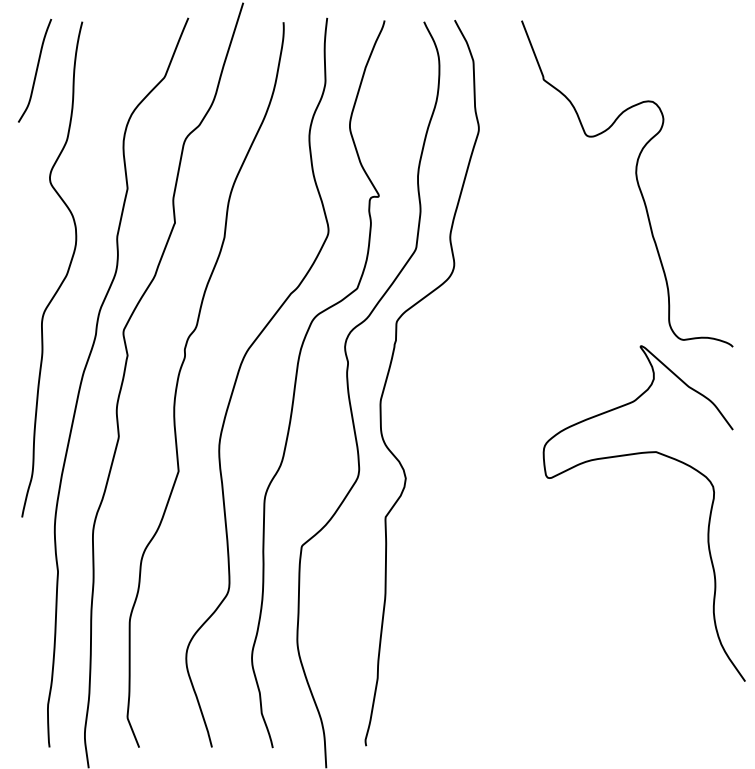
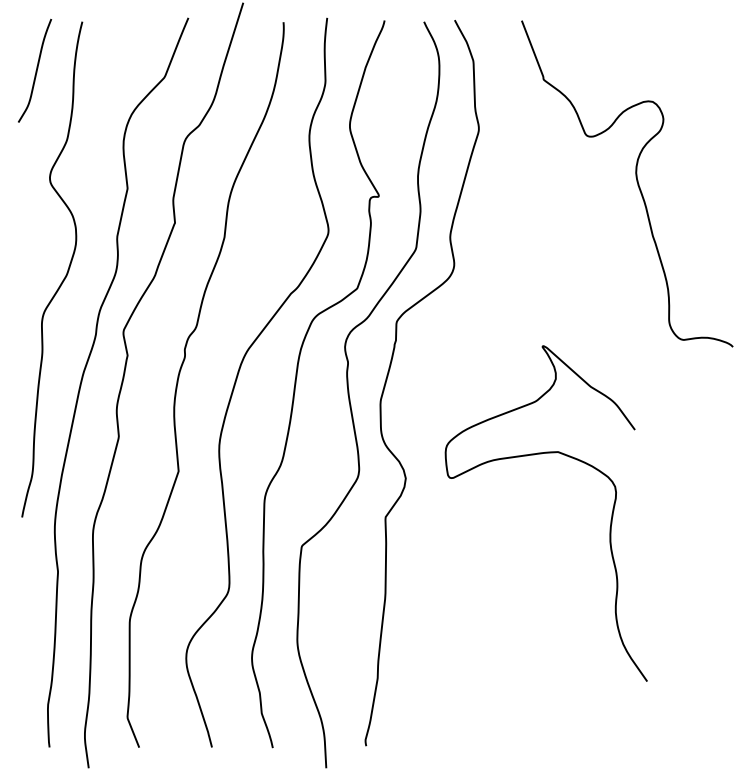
curve at (632, 455) position: (632, 455) -> (534, 455)
